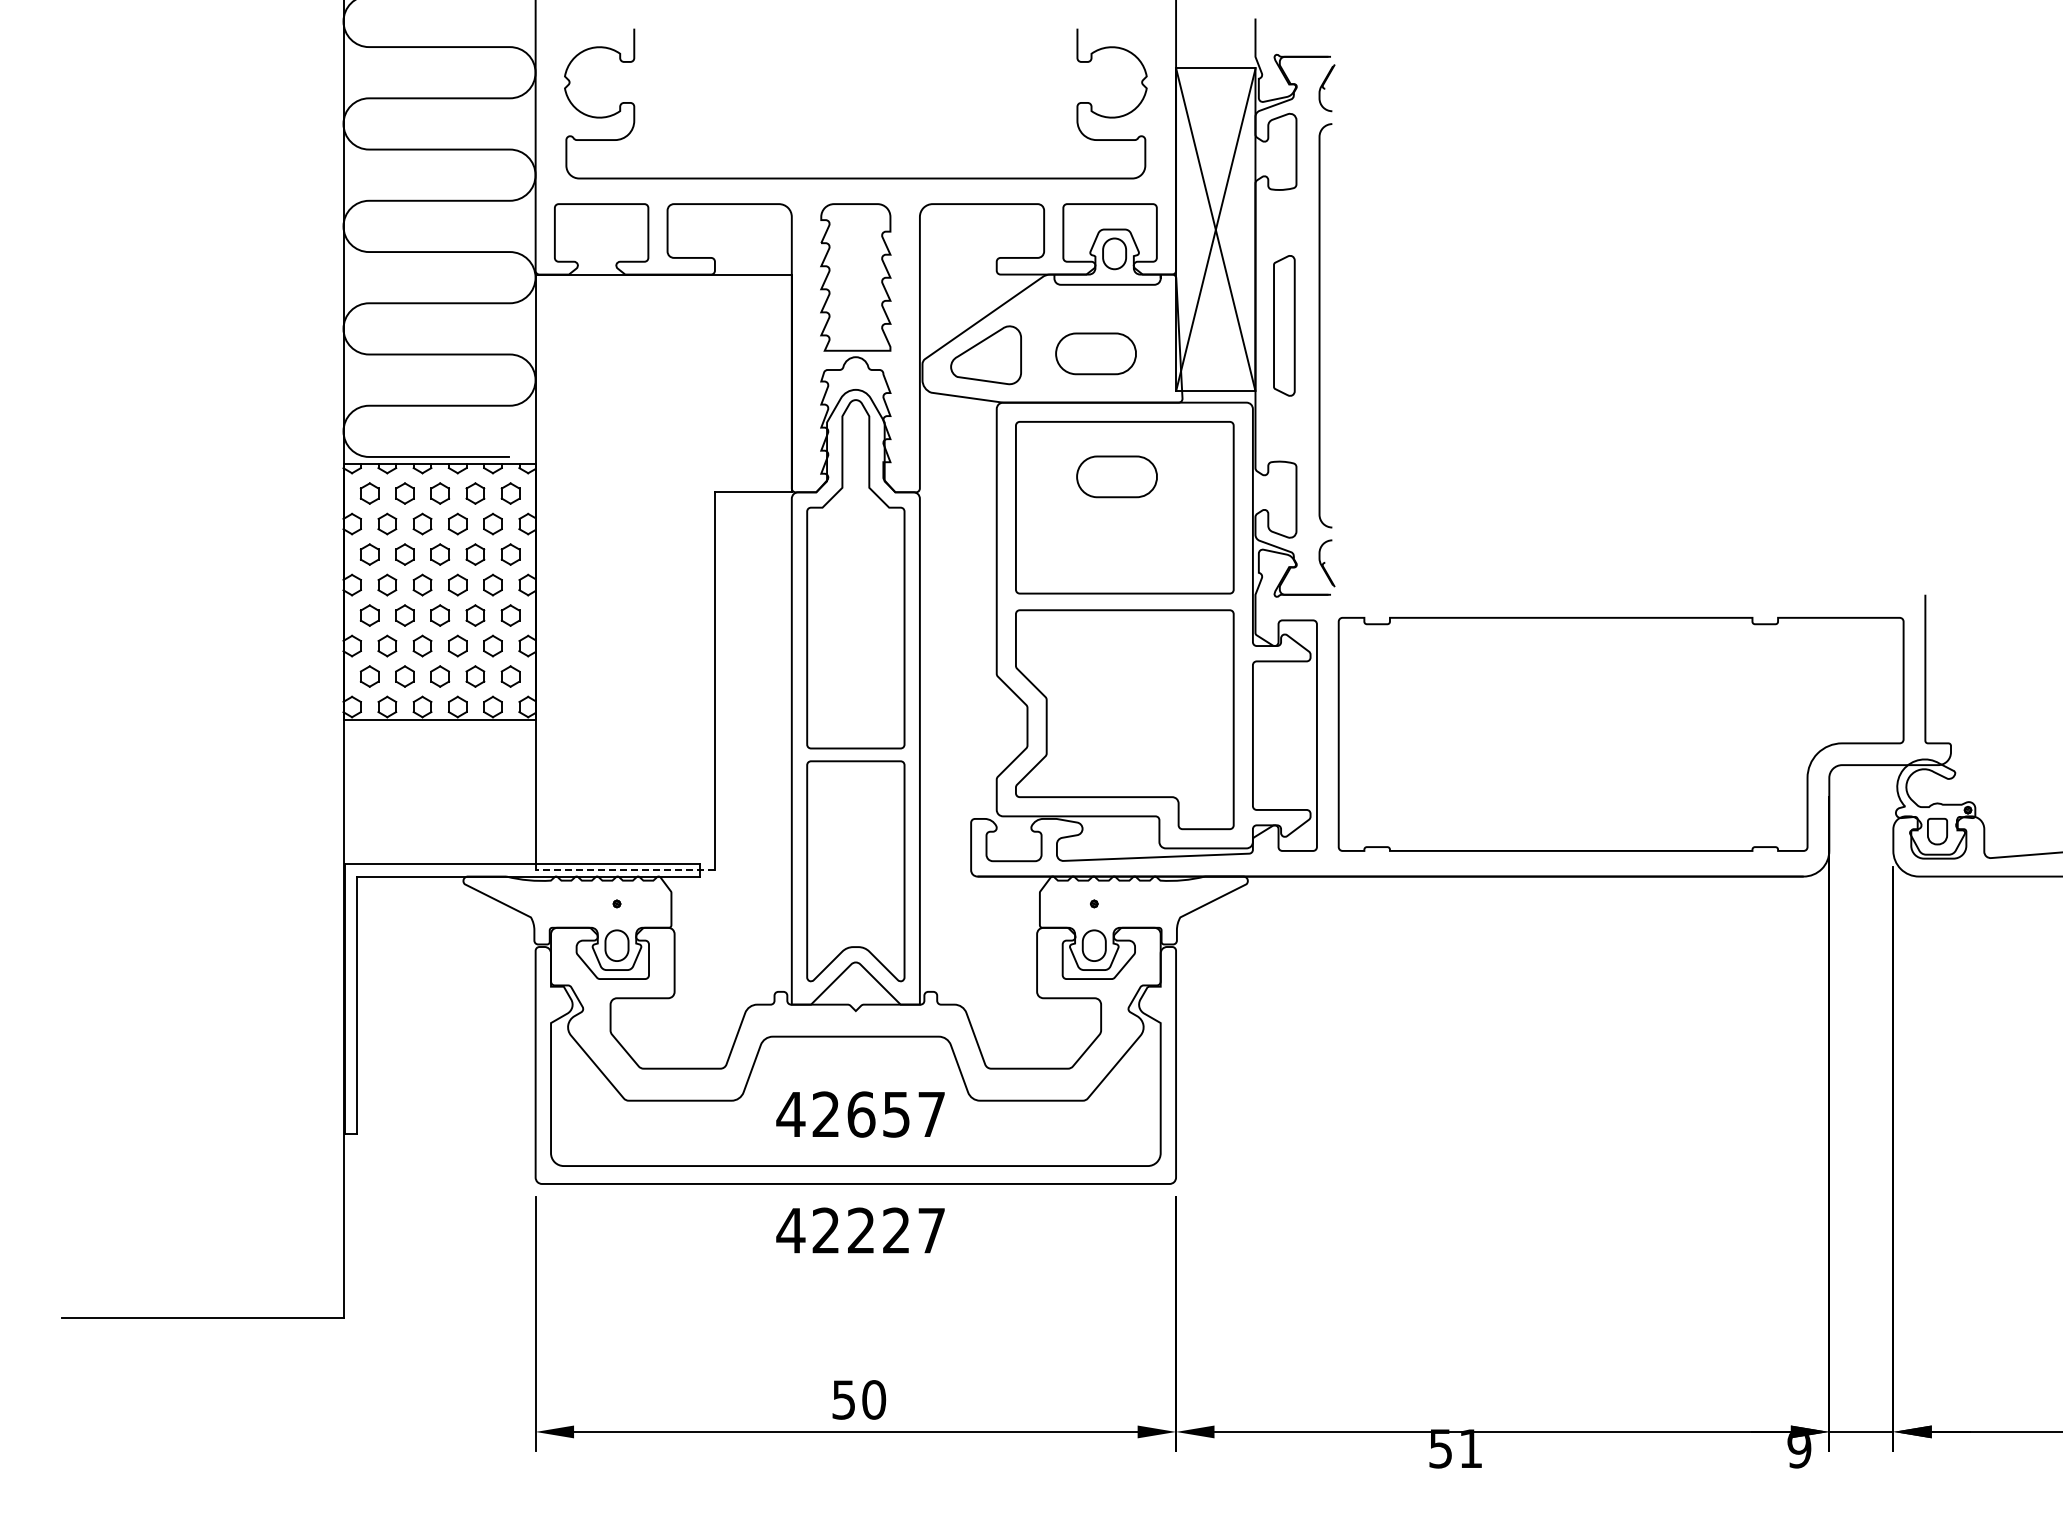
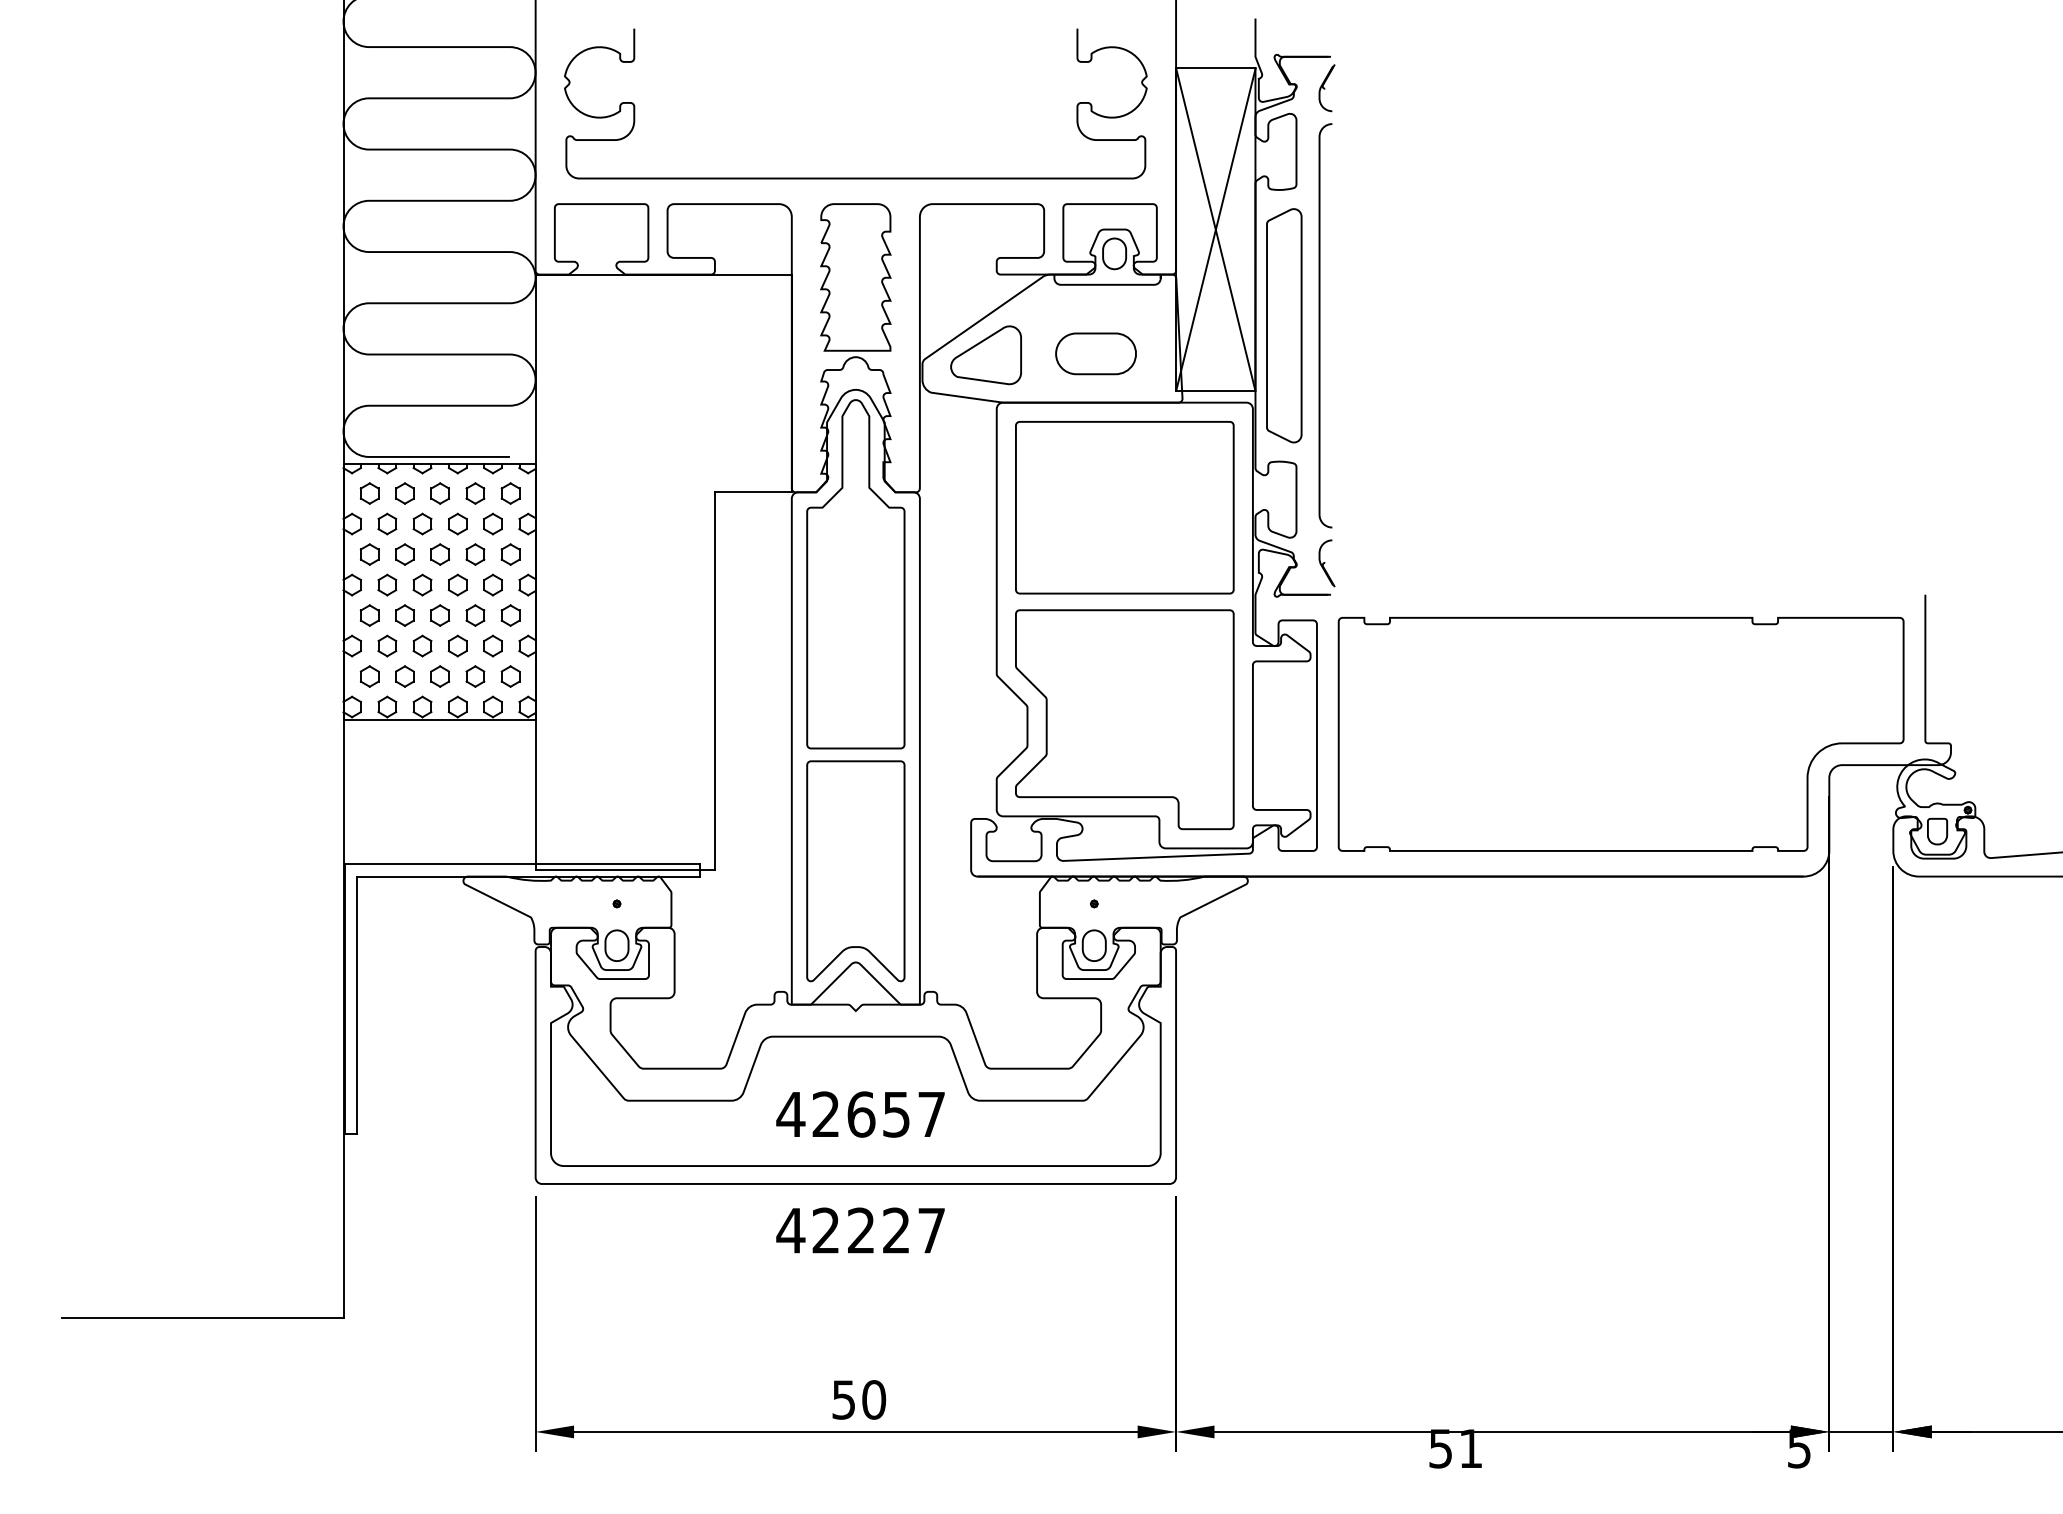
part at (1284, 325) size: 23x142 px -> 37x236 px
part at (1116, 476): present -> none
line at (625, 870): dashed -> solid
text at (1799, 1448): 9 -> 5
